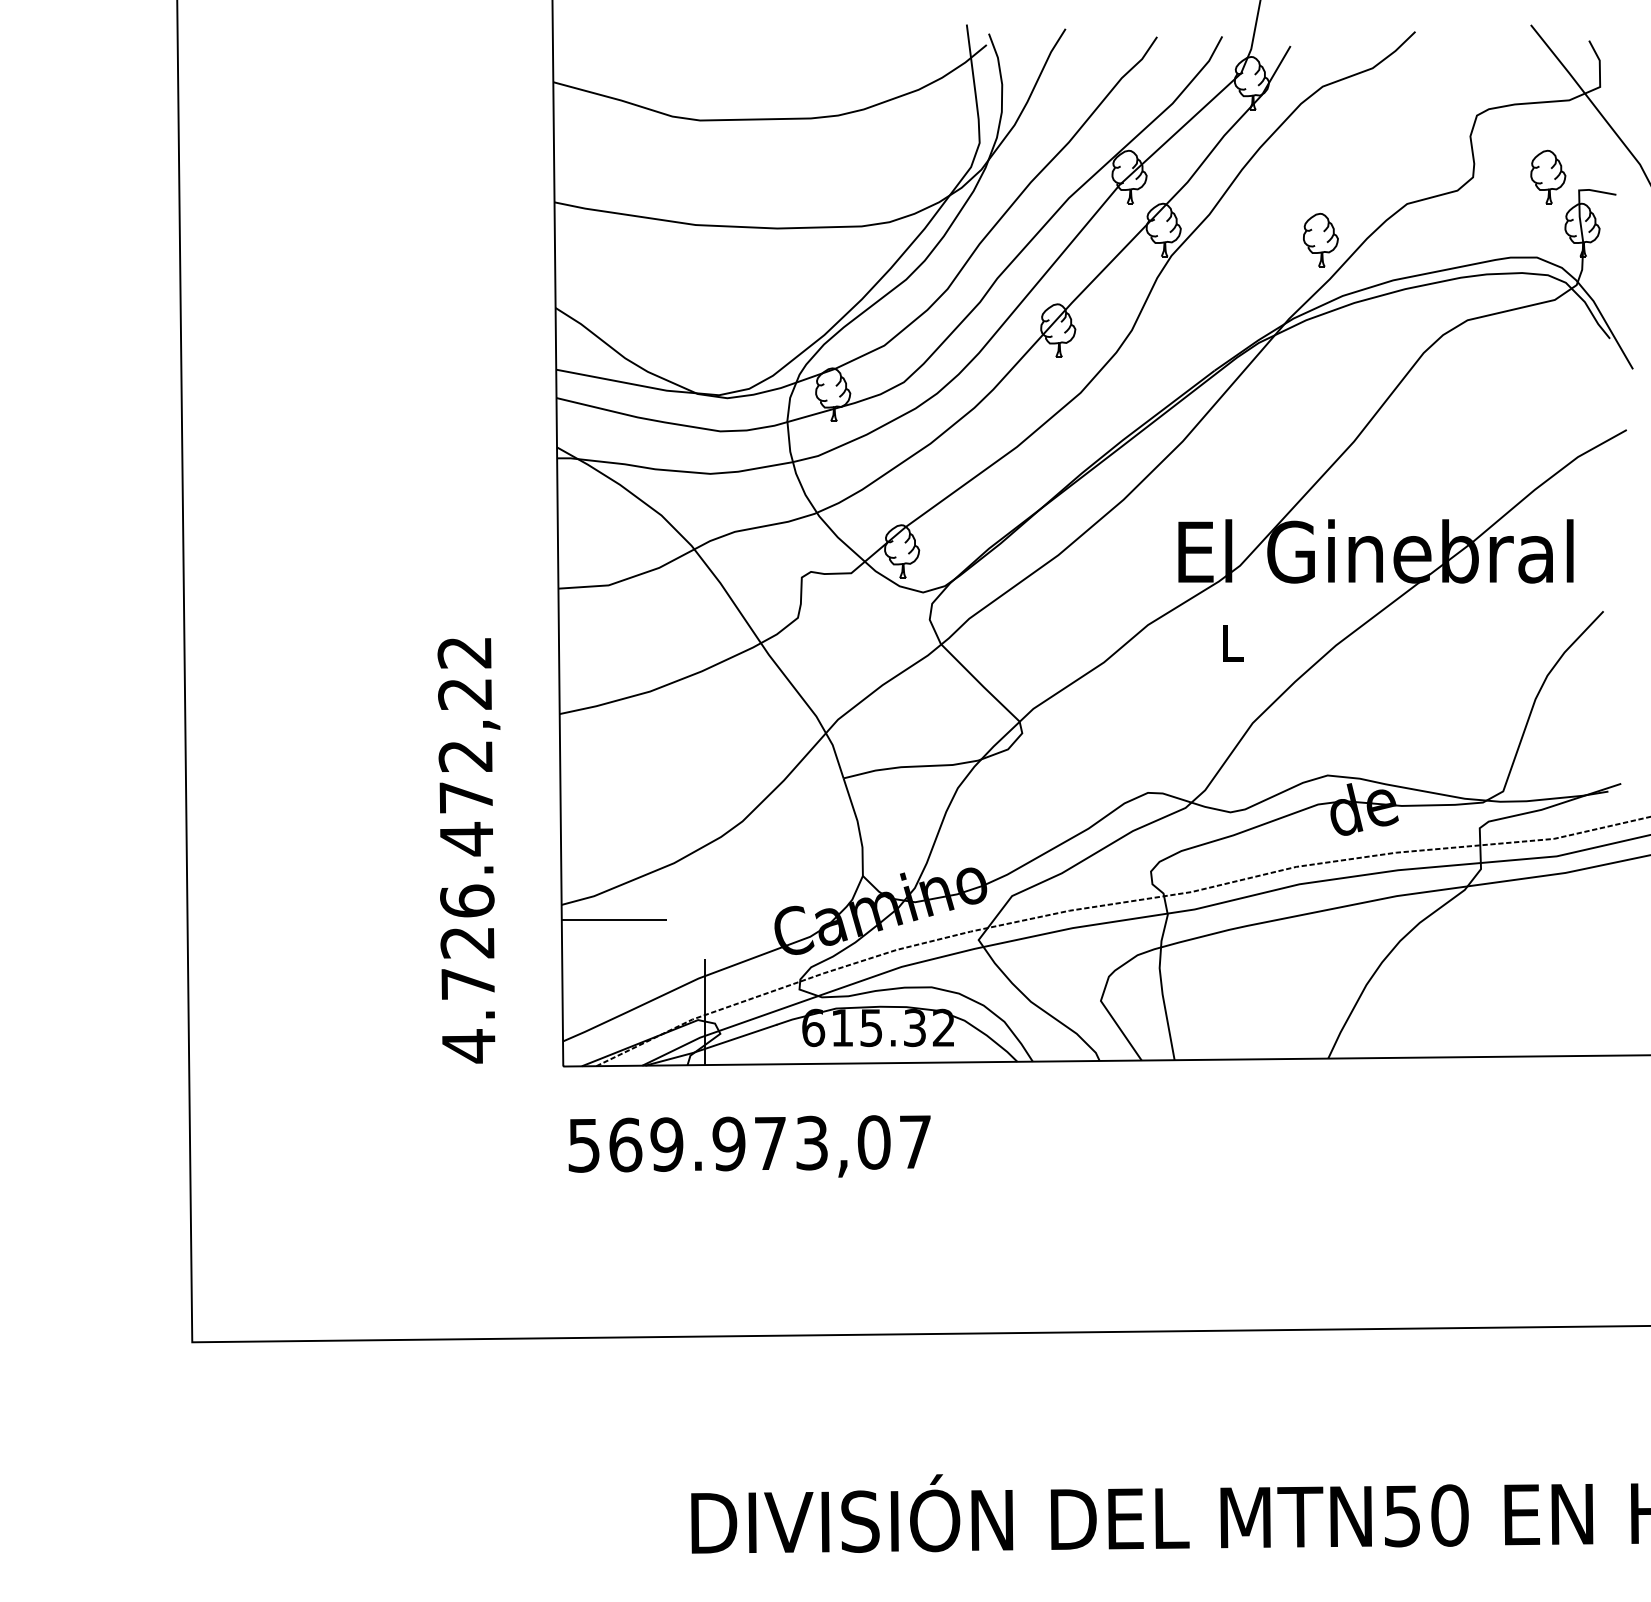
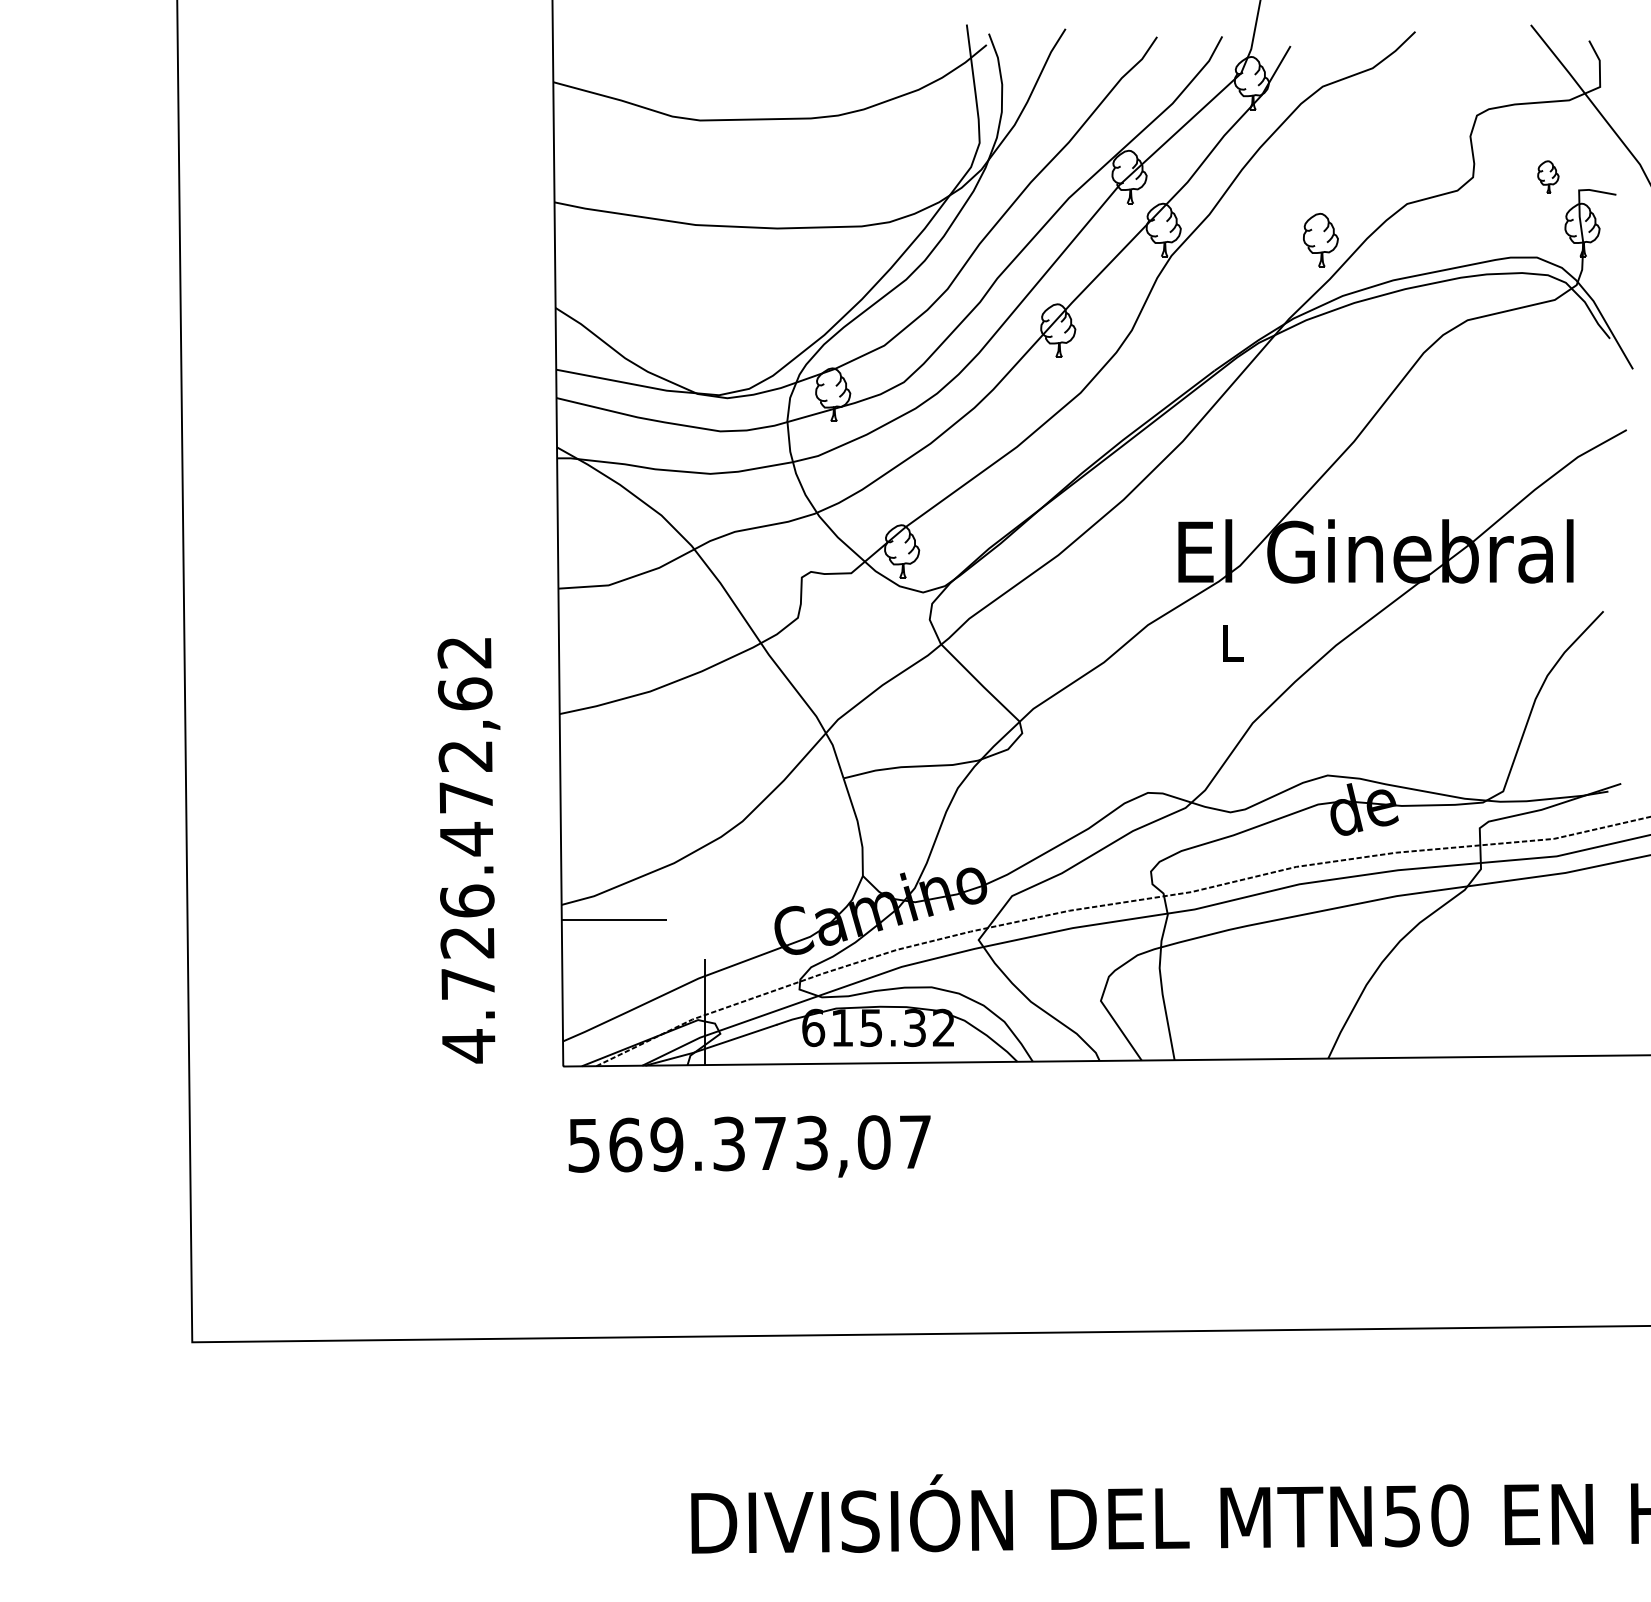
part at (1548, 176) size: 37x56 px -> 23x34 px
text at (464, 693): 4.726.472,22 -> 4.726.472,62
text at (728, 1143): 569.973,07 -> 569.373,07
